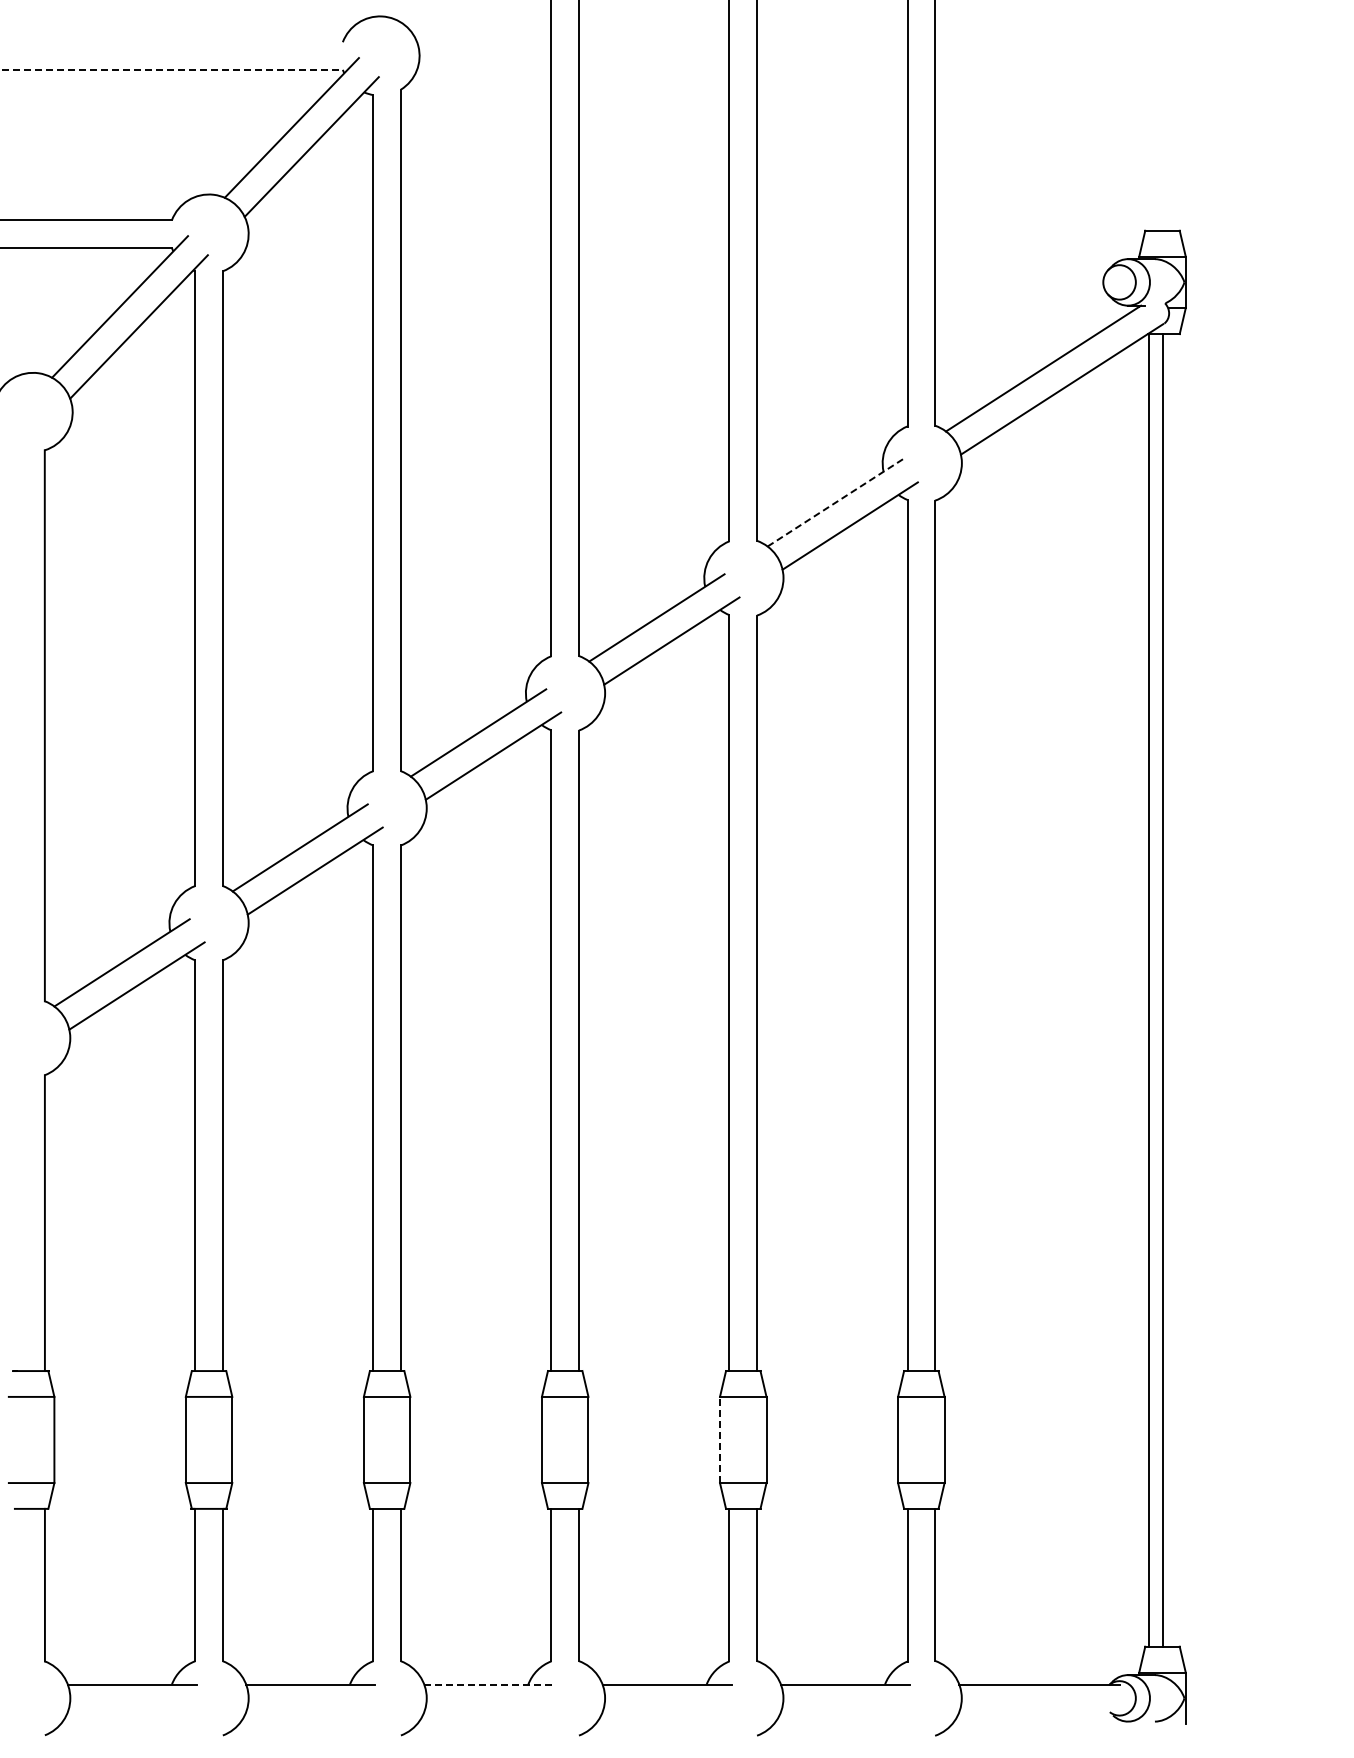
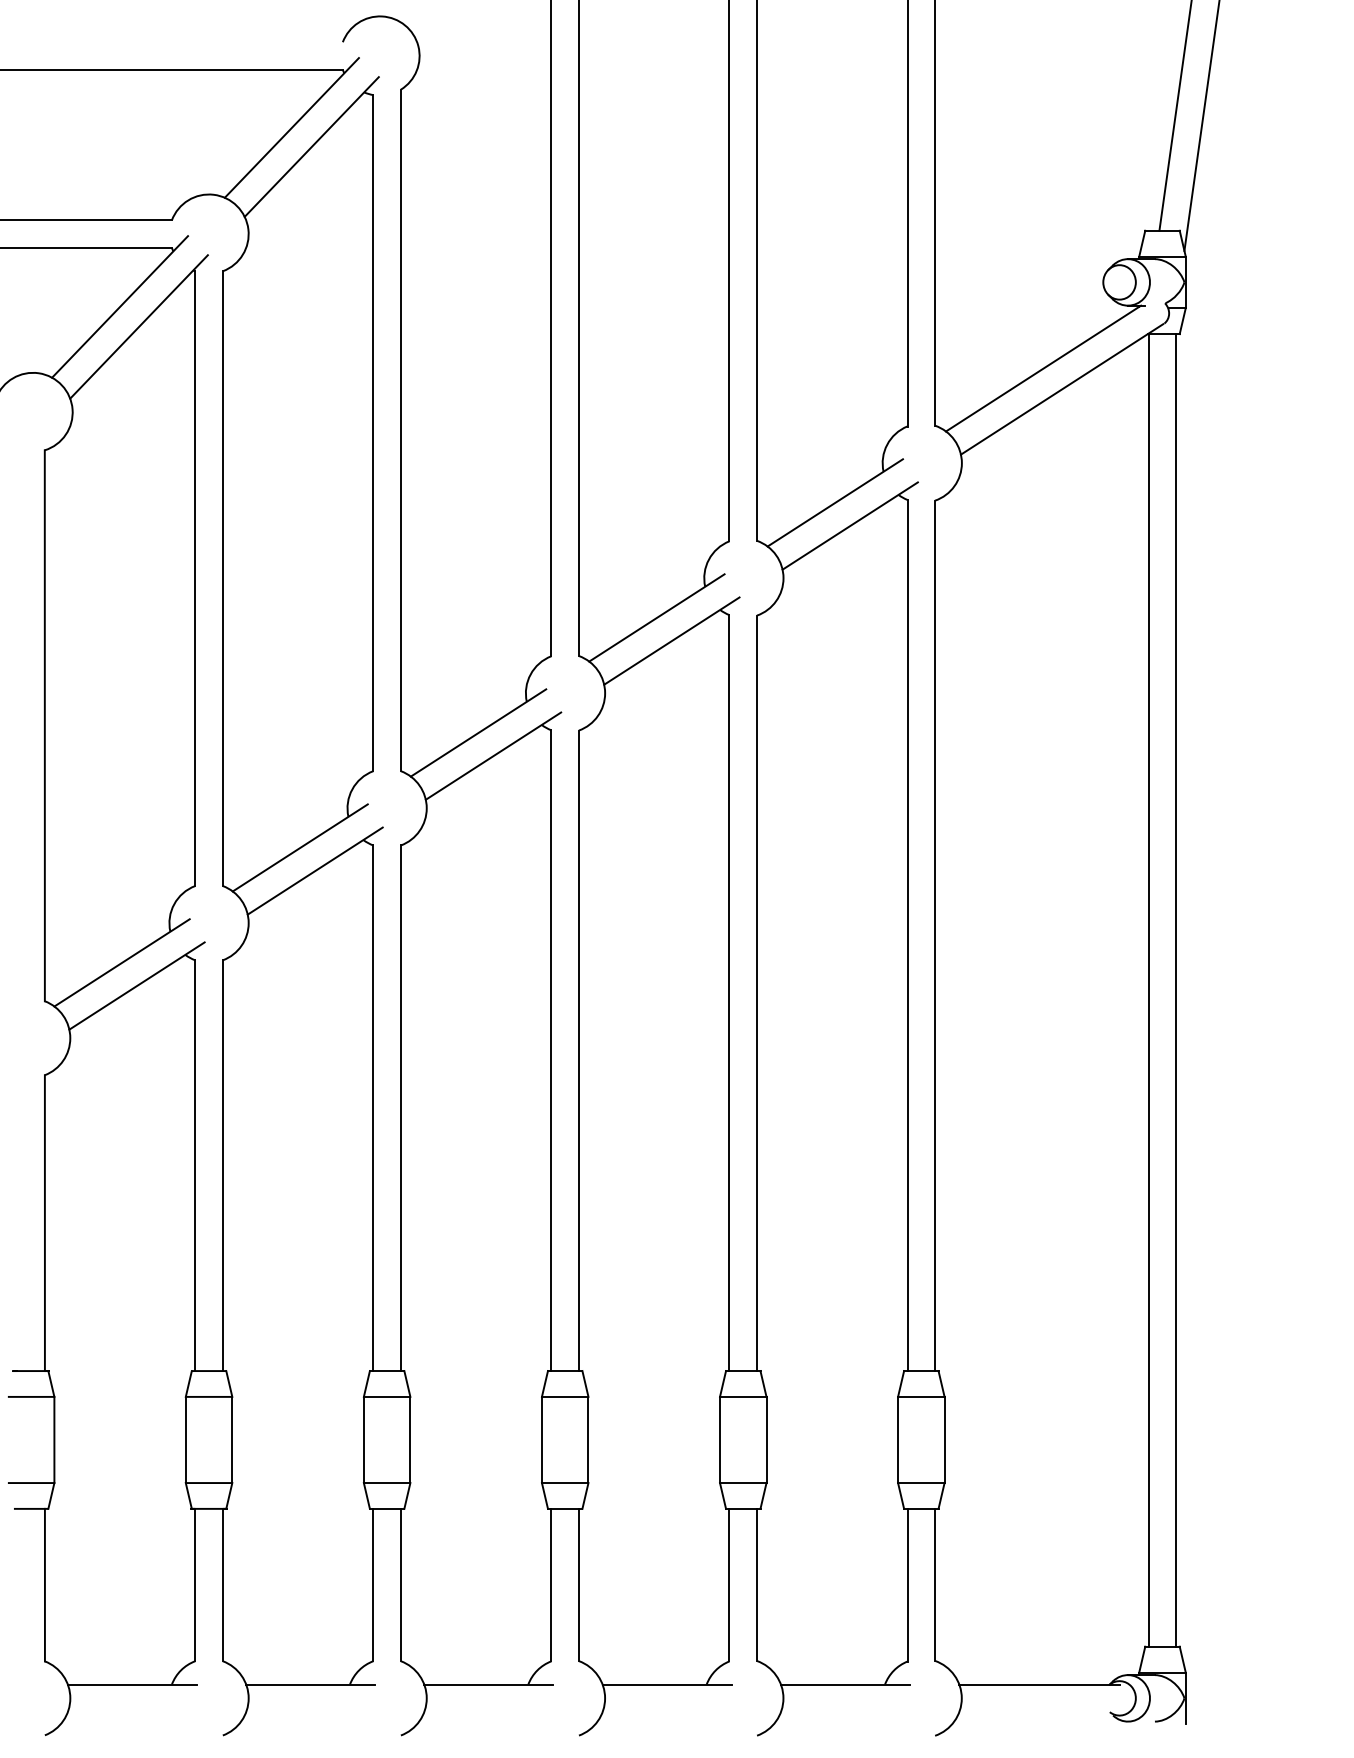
line at (171, 69): dashed -> solid
line at (1175, 116): none -> present
line at (1201, 126): none -> present
line at (835, 502): dashed -> solid
line at (1163, 990) position: (1163, 990) -> (1176, 990)
line at (720, 1439): dashed -> solid
line at (488, 1684): dashed -> solid
